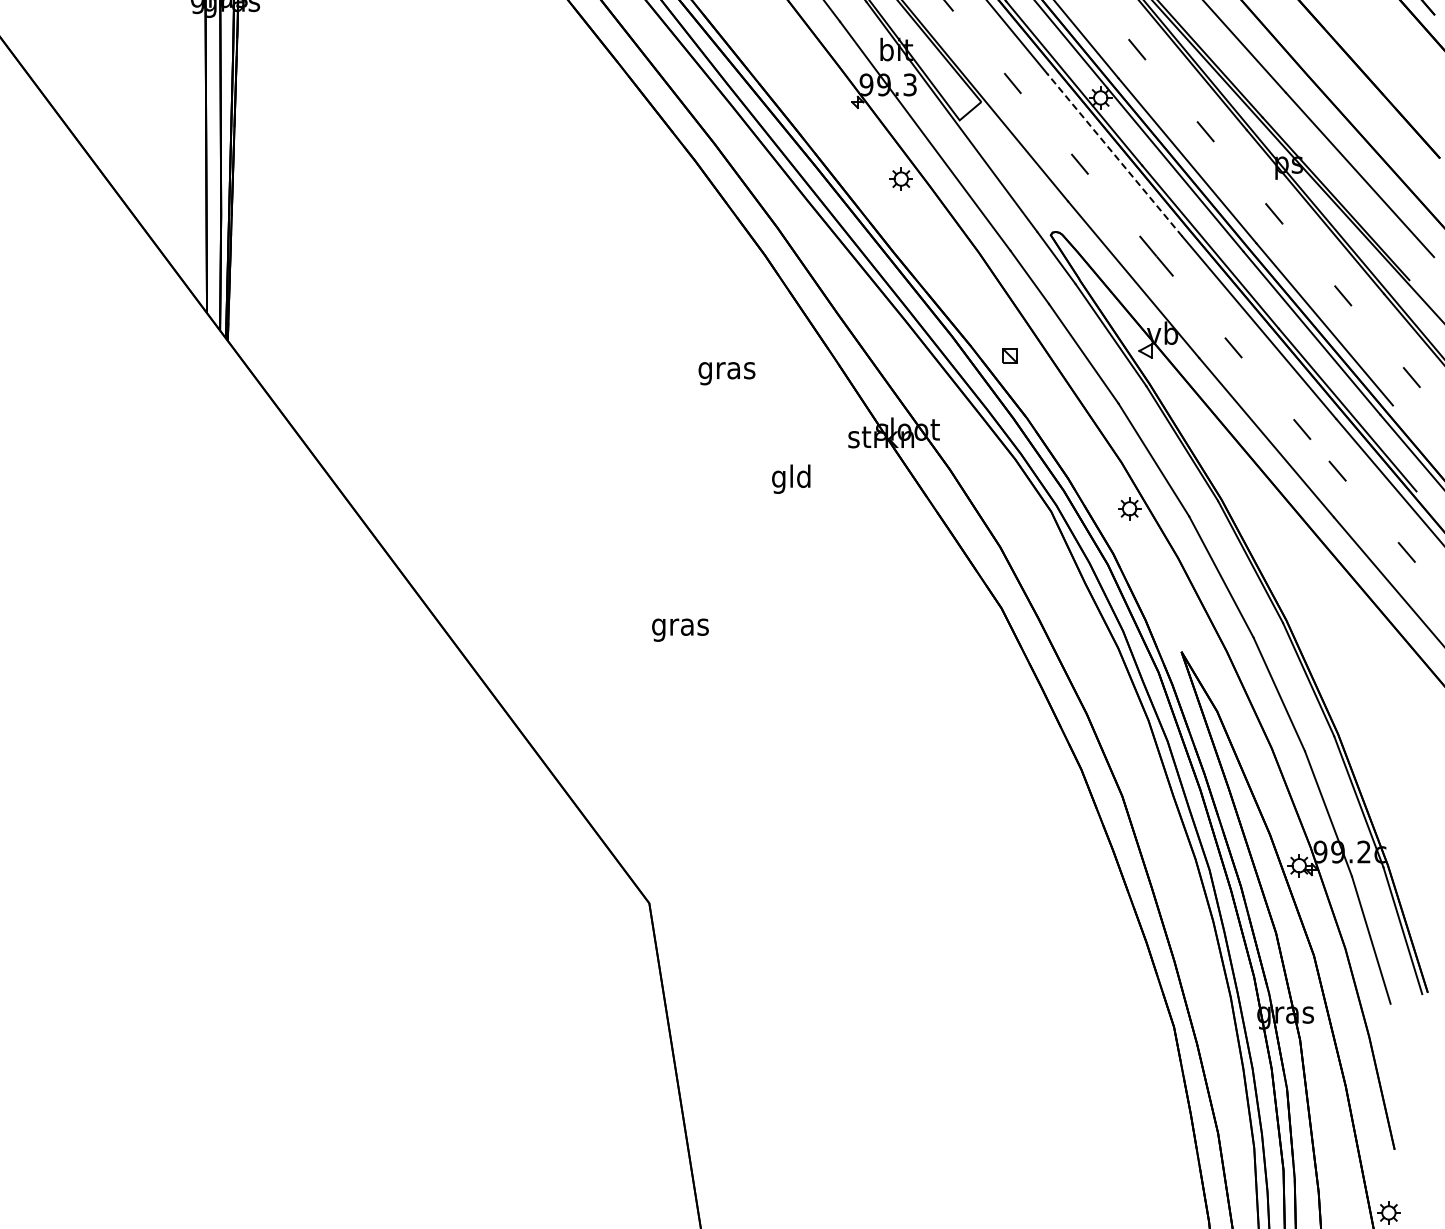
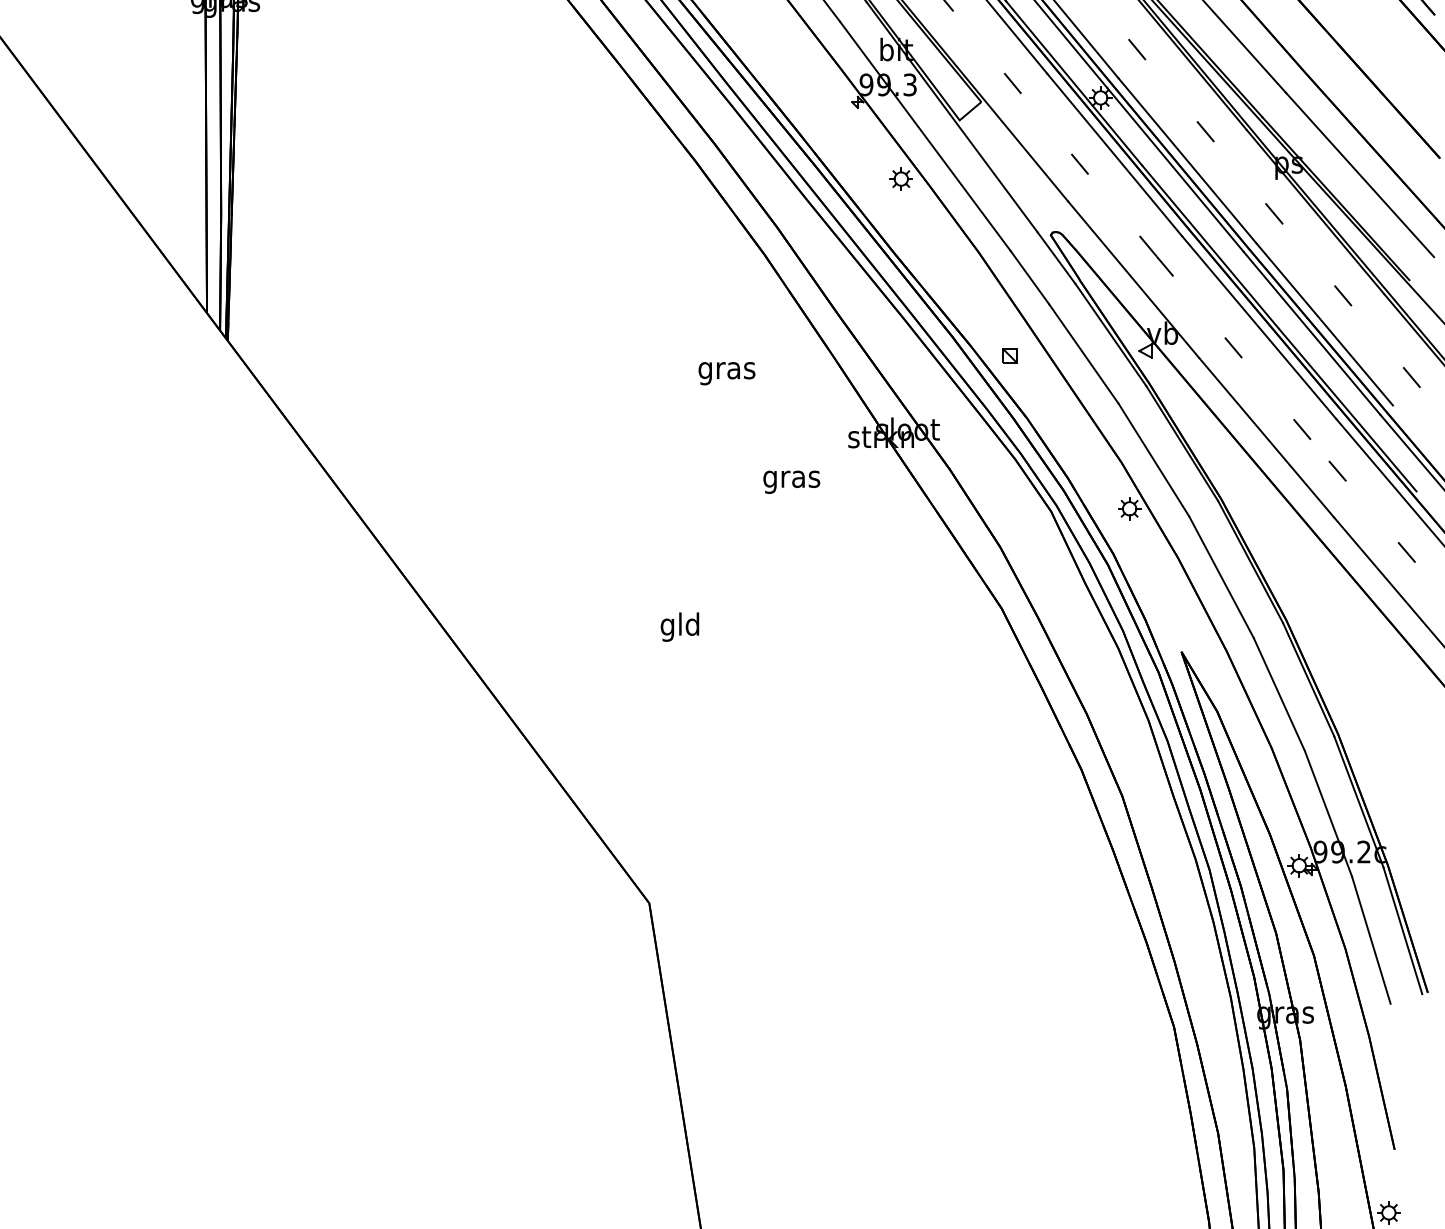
line at (1114, 155): dashed -> solid
text at (791, 478): gld -> gras
text at (680, 626): gras -> gld
